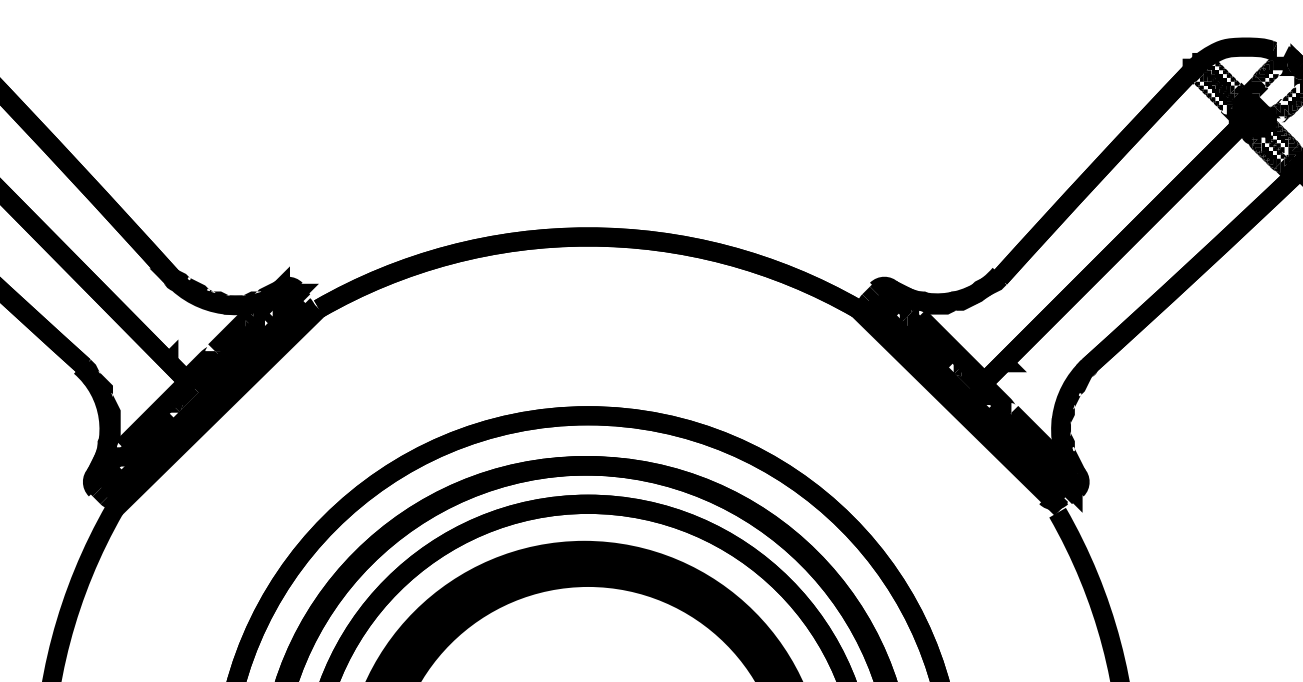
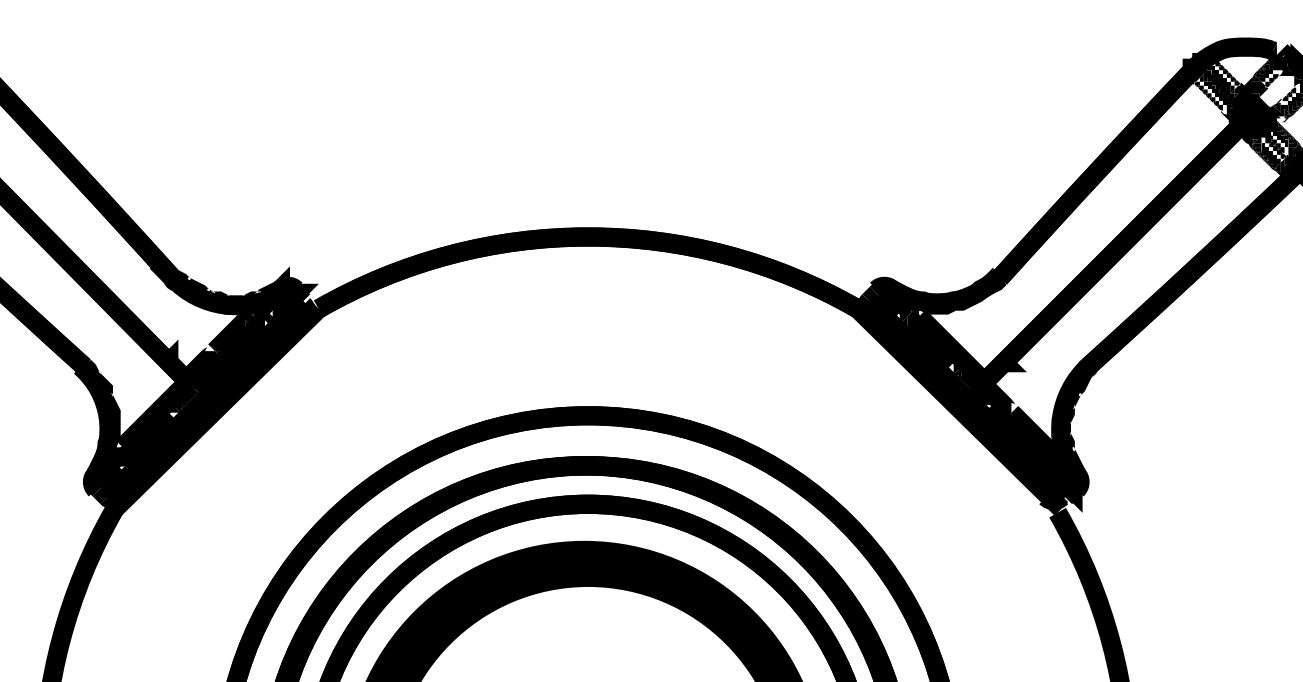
fill at (1282, 52): none -> present
